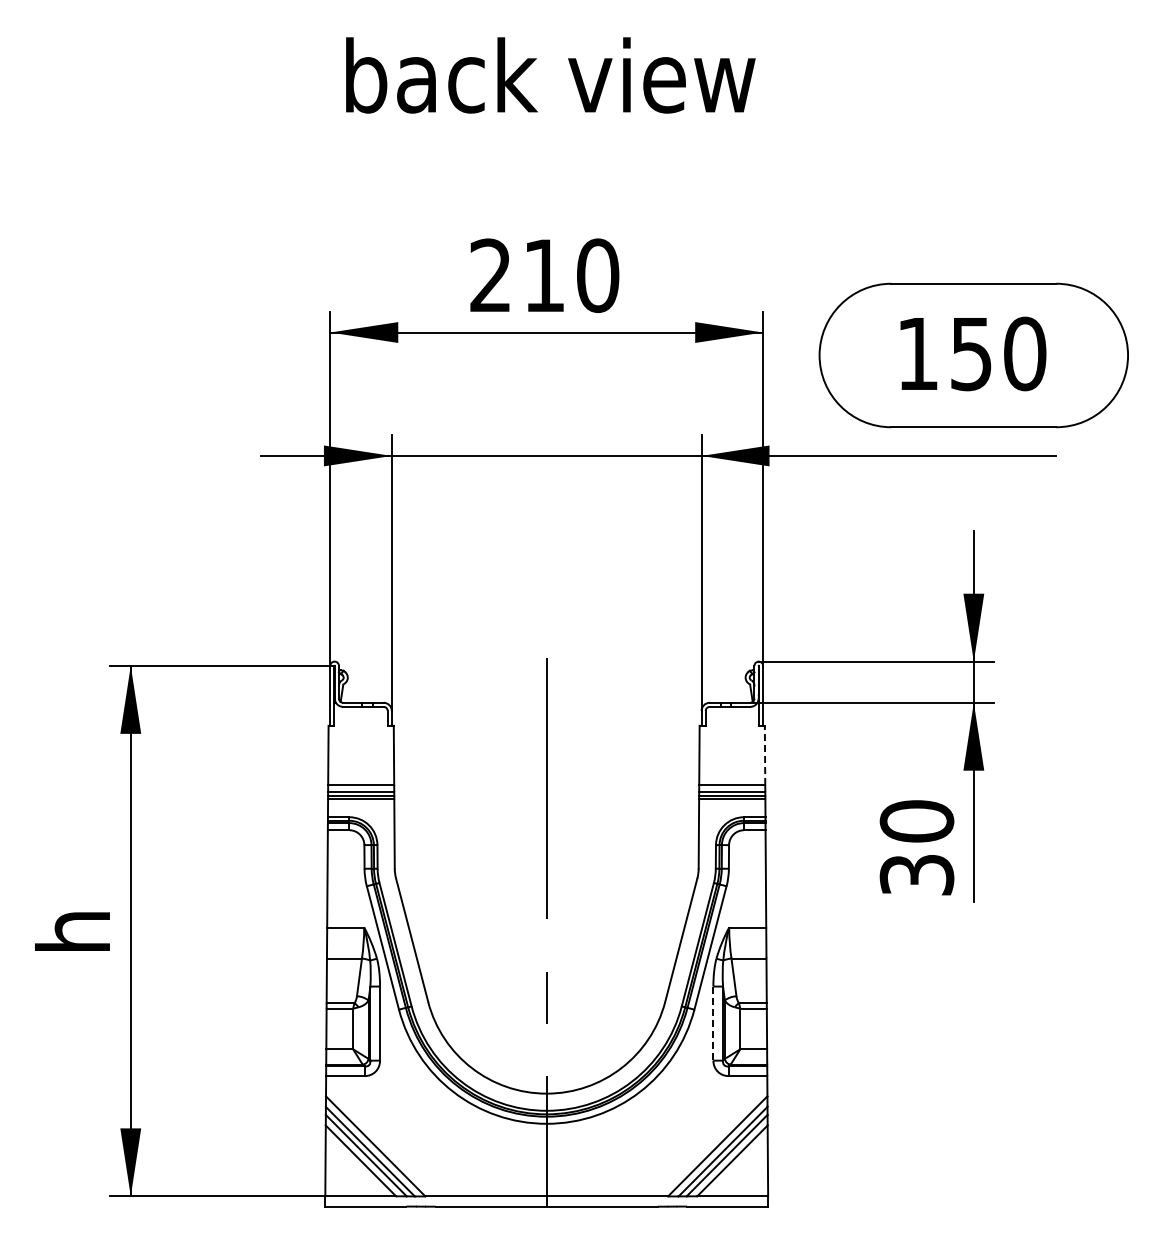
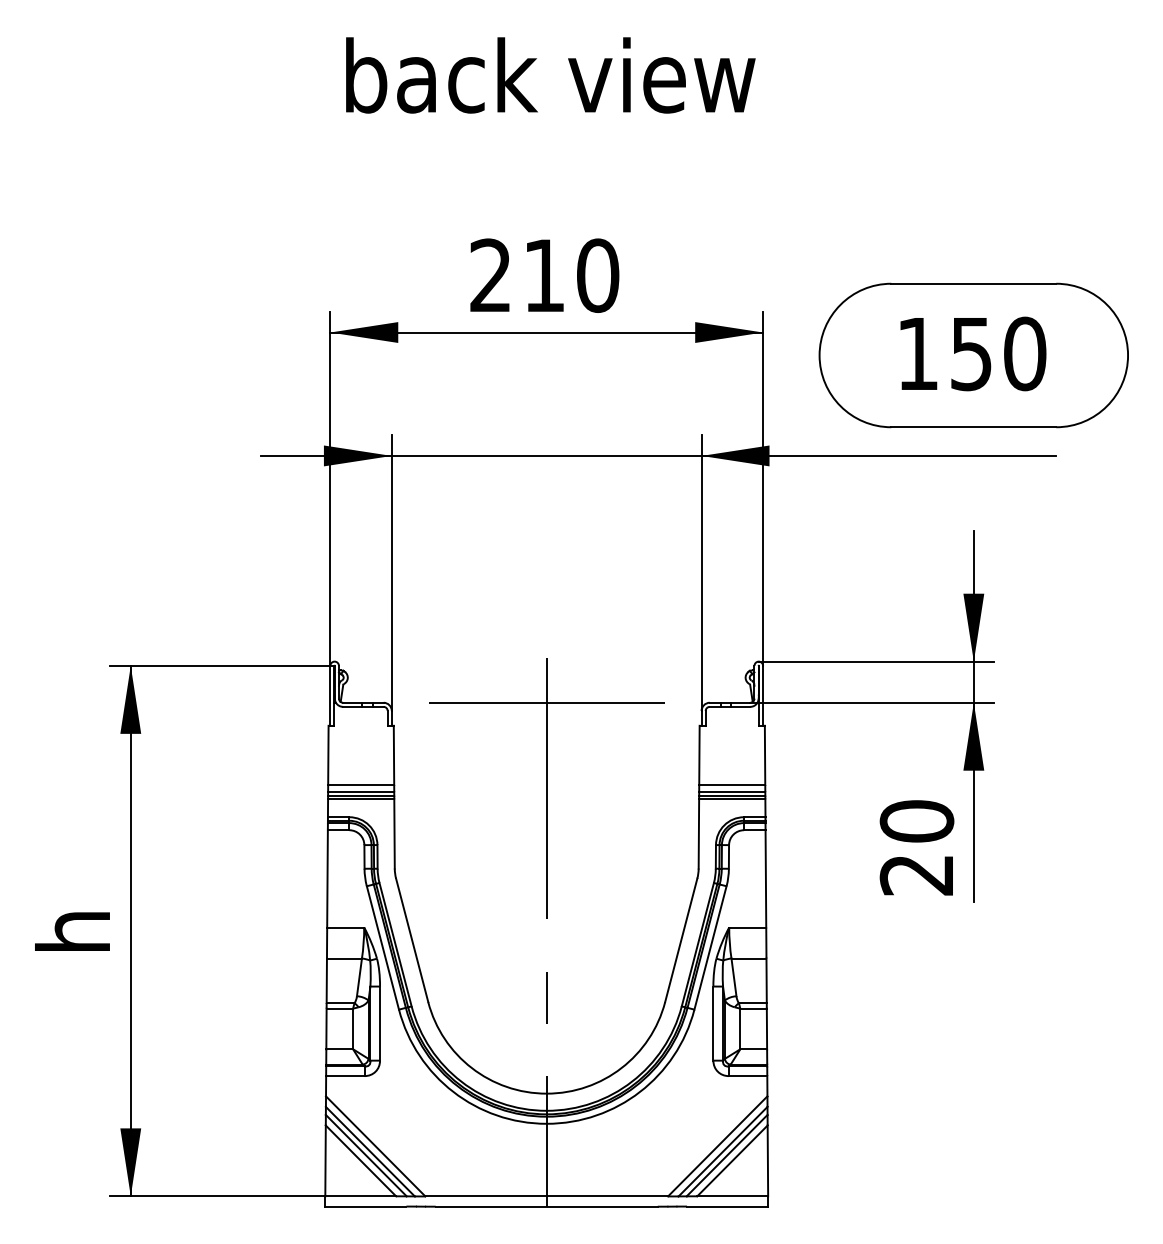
line at (546, 702): none -> present
line at (765, 755): dashed -> solid
text at (916, 875): 30 -> 20
line at (713, 1024): dashed -> solid
